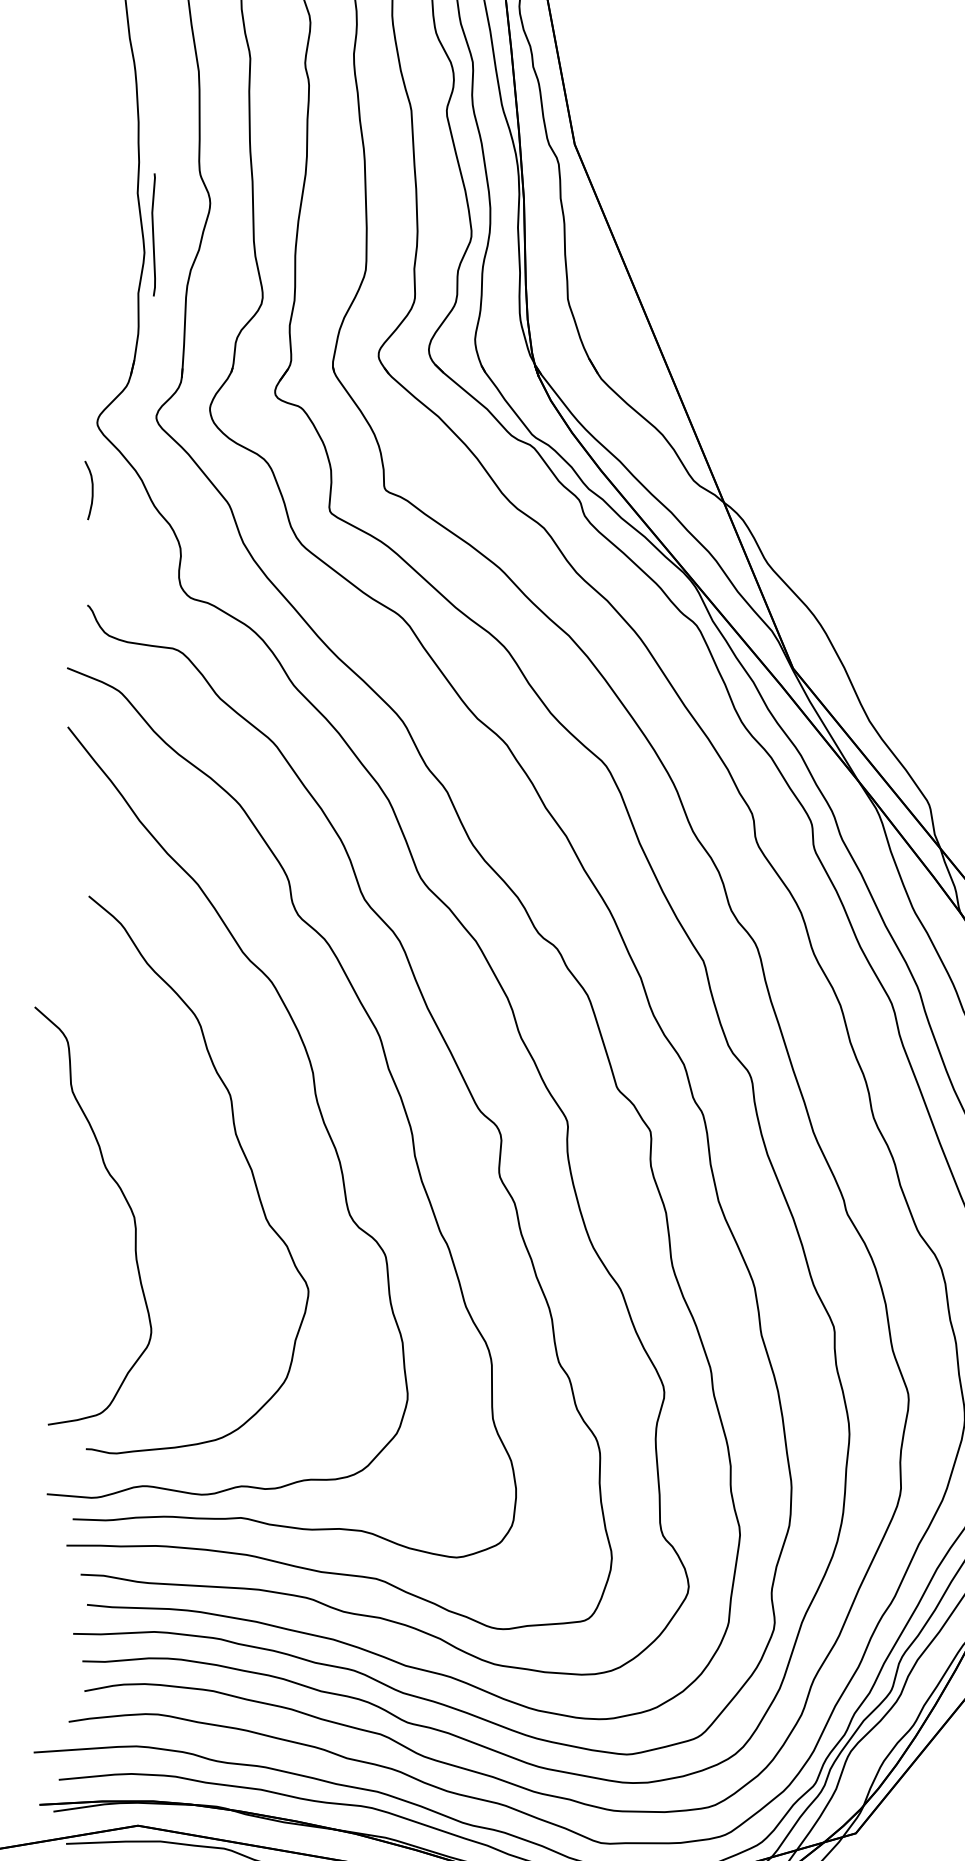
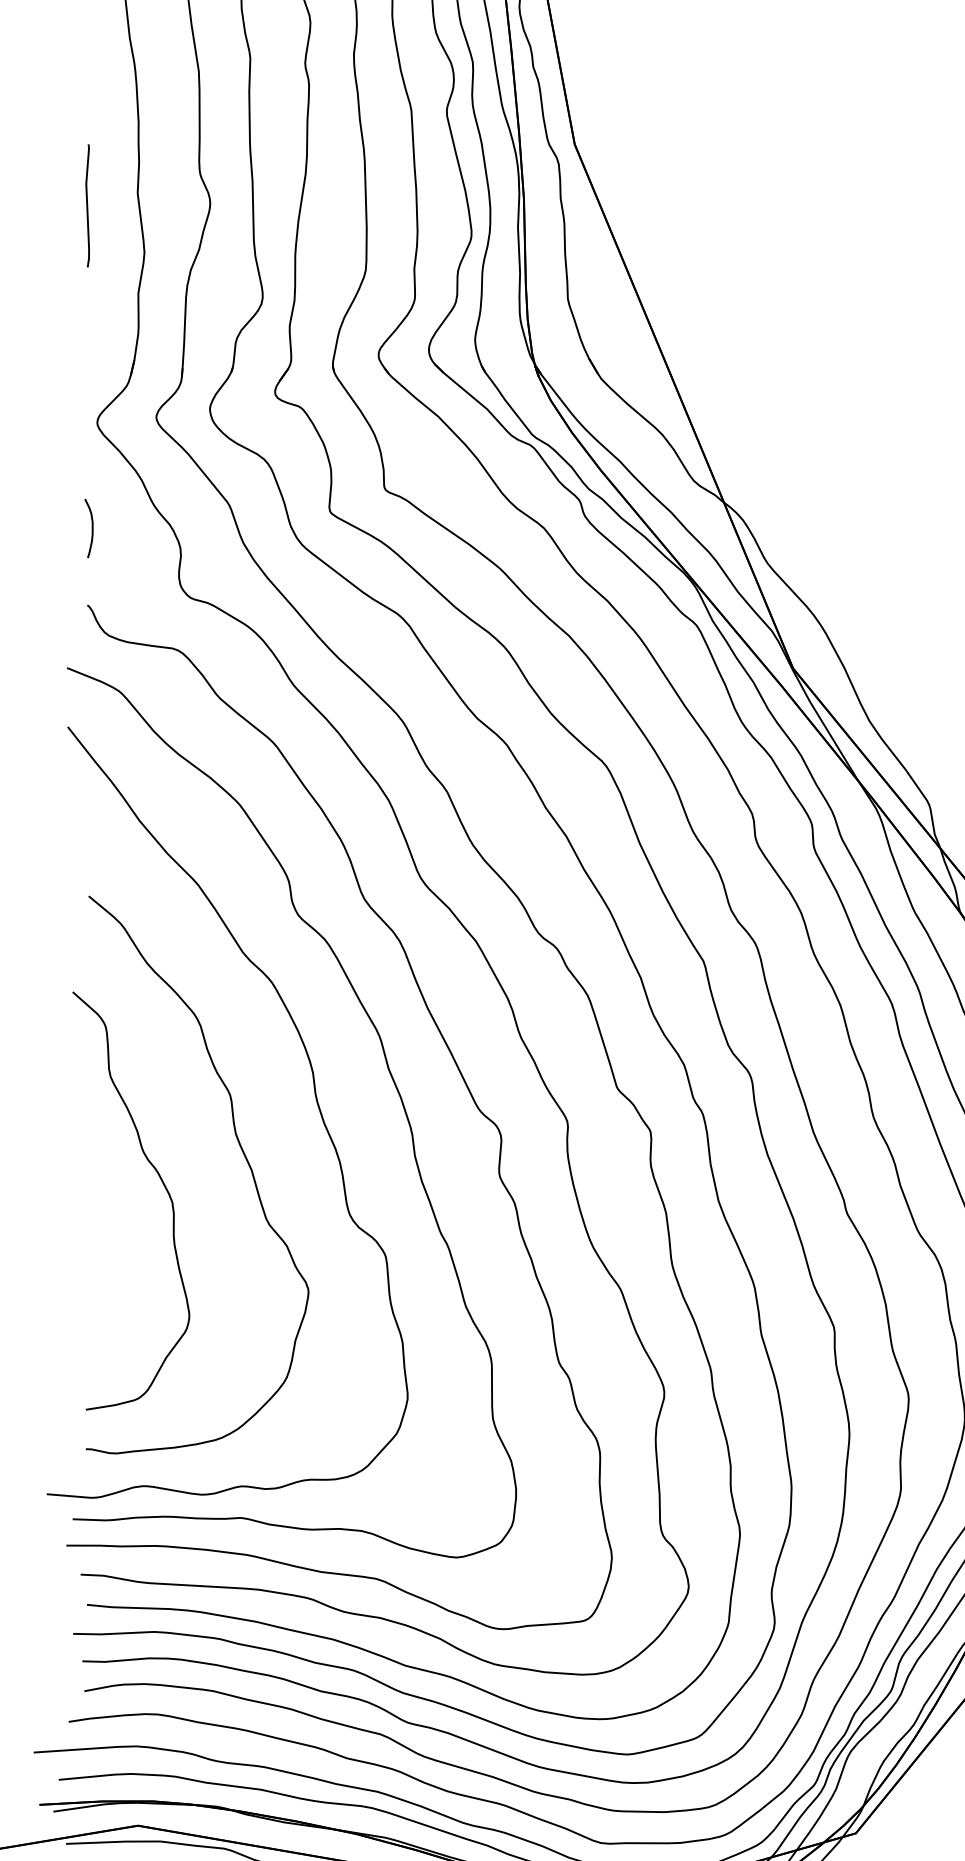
curve at (153, 234) position: (153, 234) -> (87, 205)
curve at (91, 490) position: (91, 490) -> (91, 528)
curve at (125, 1200) position: (125, 1200) -> (163, 1185)
